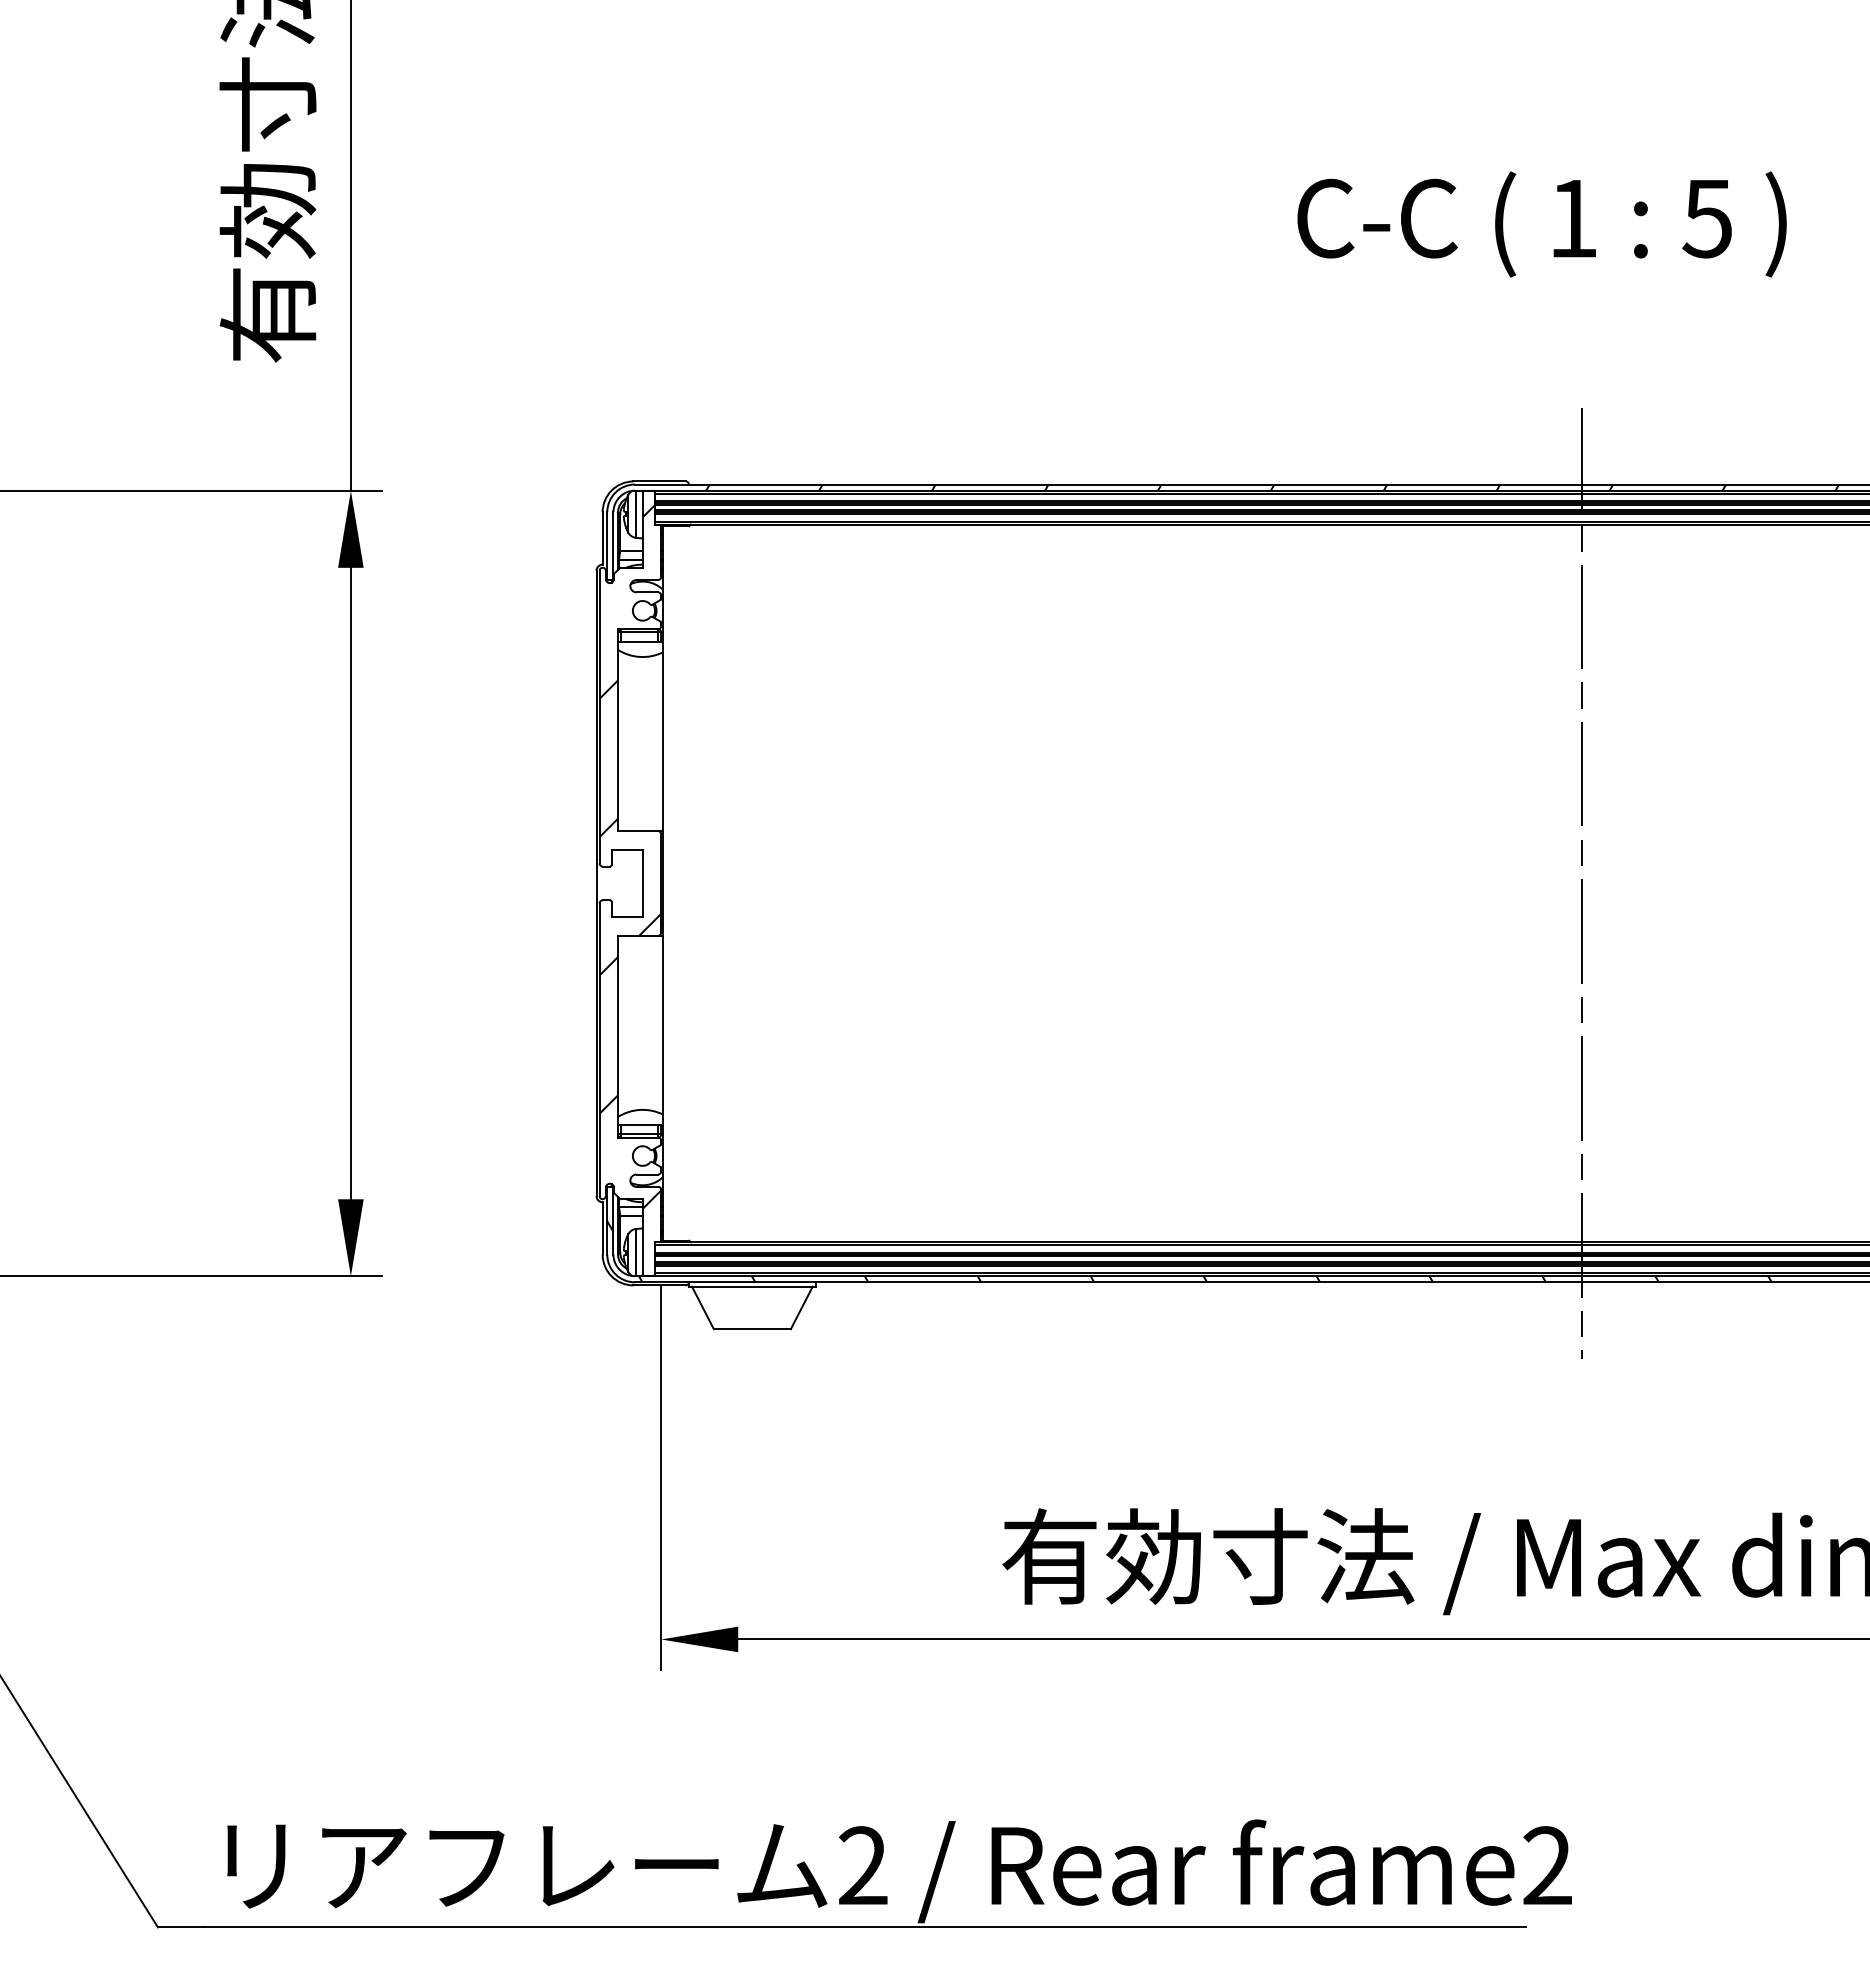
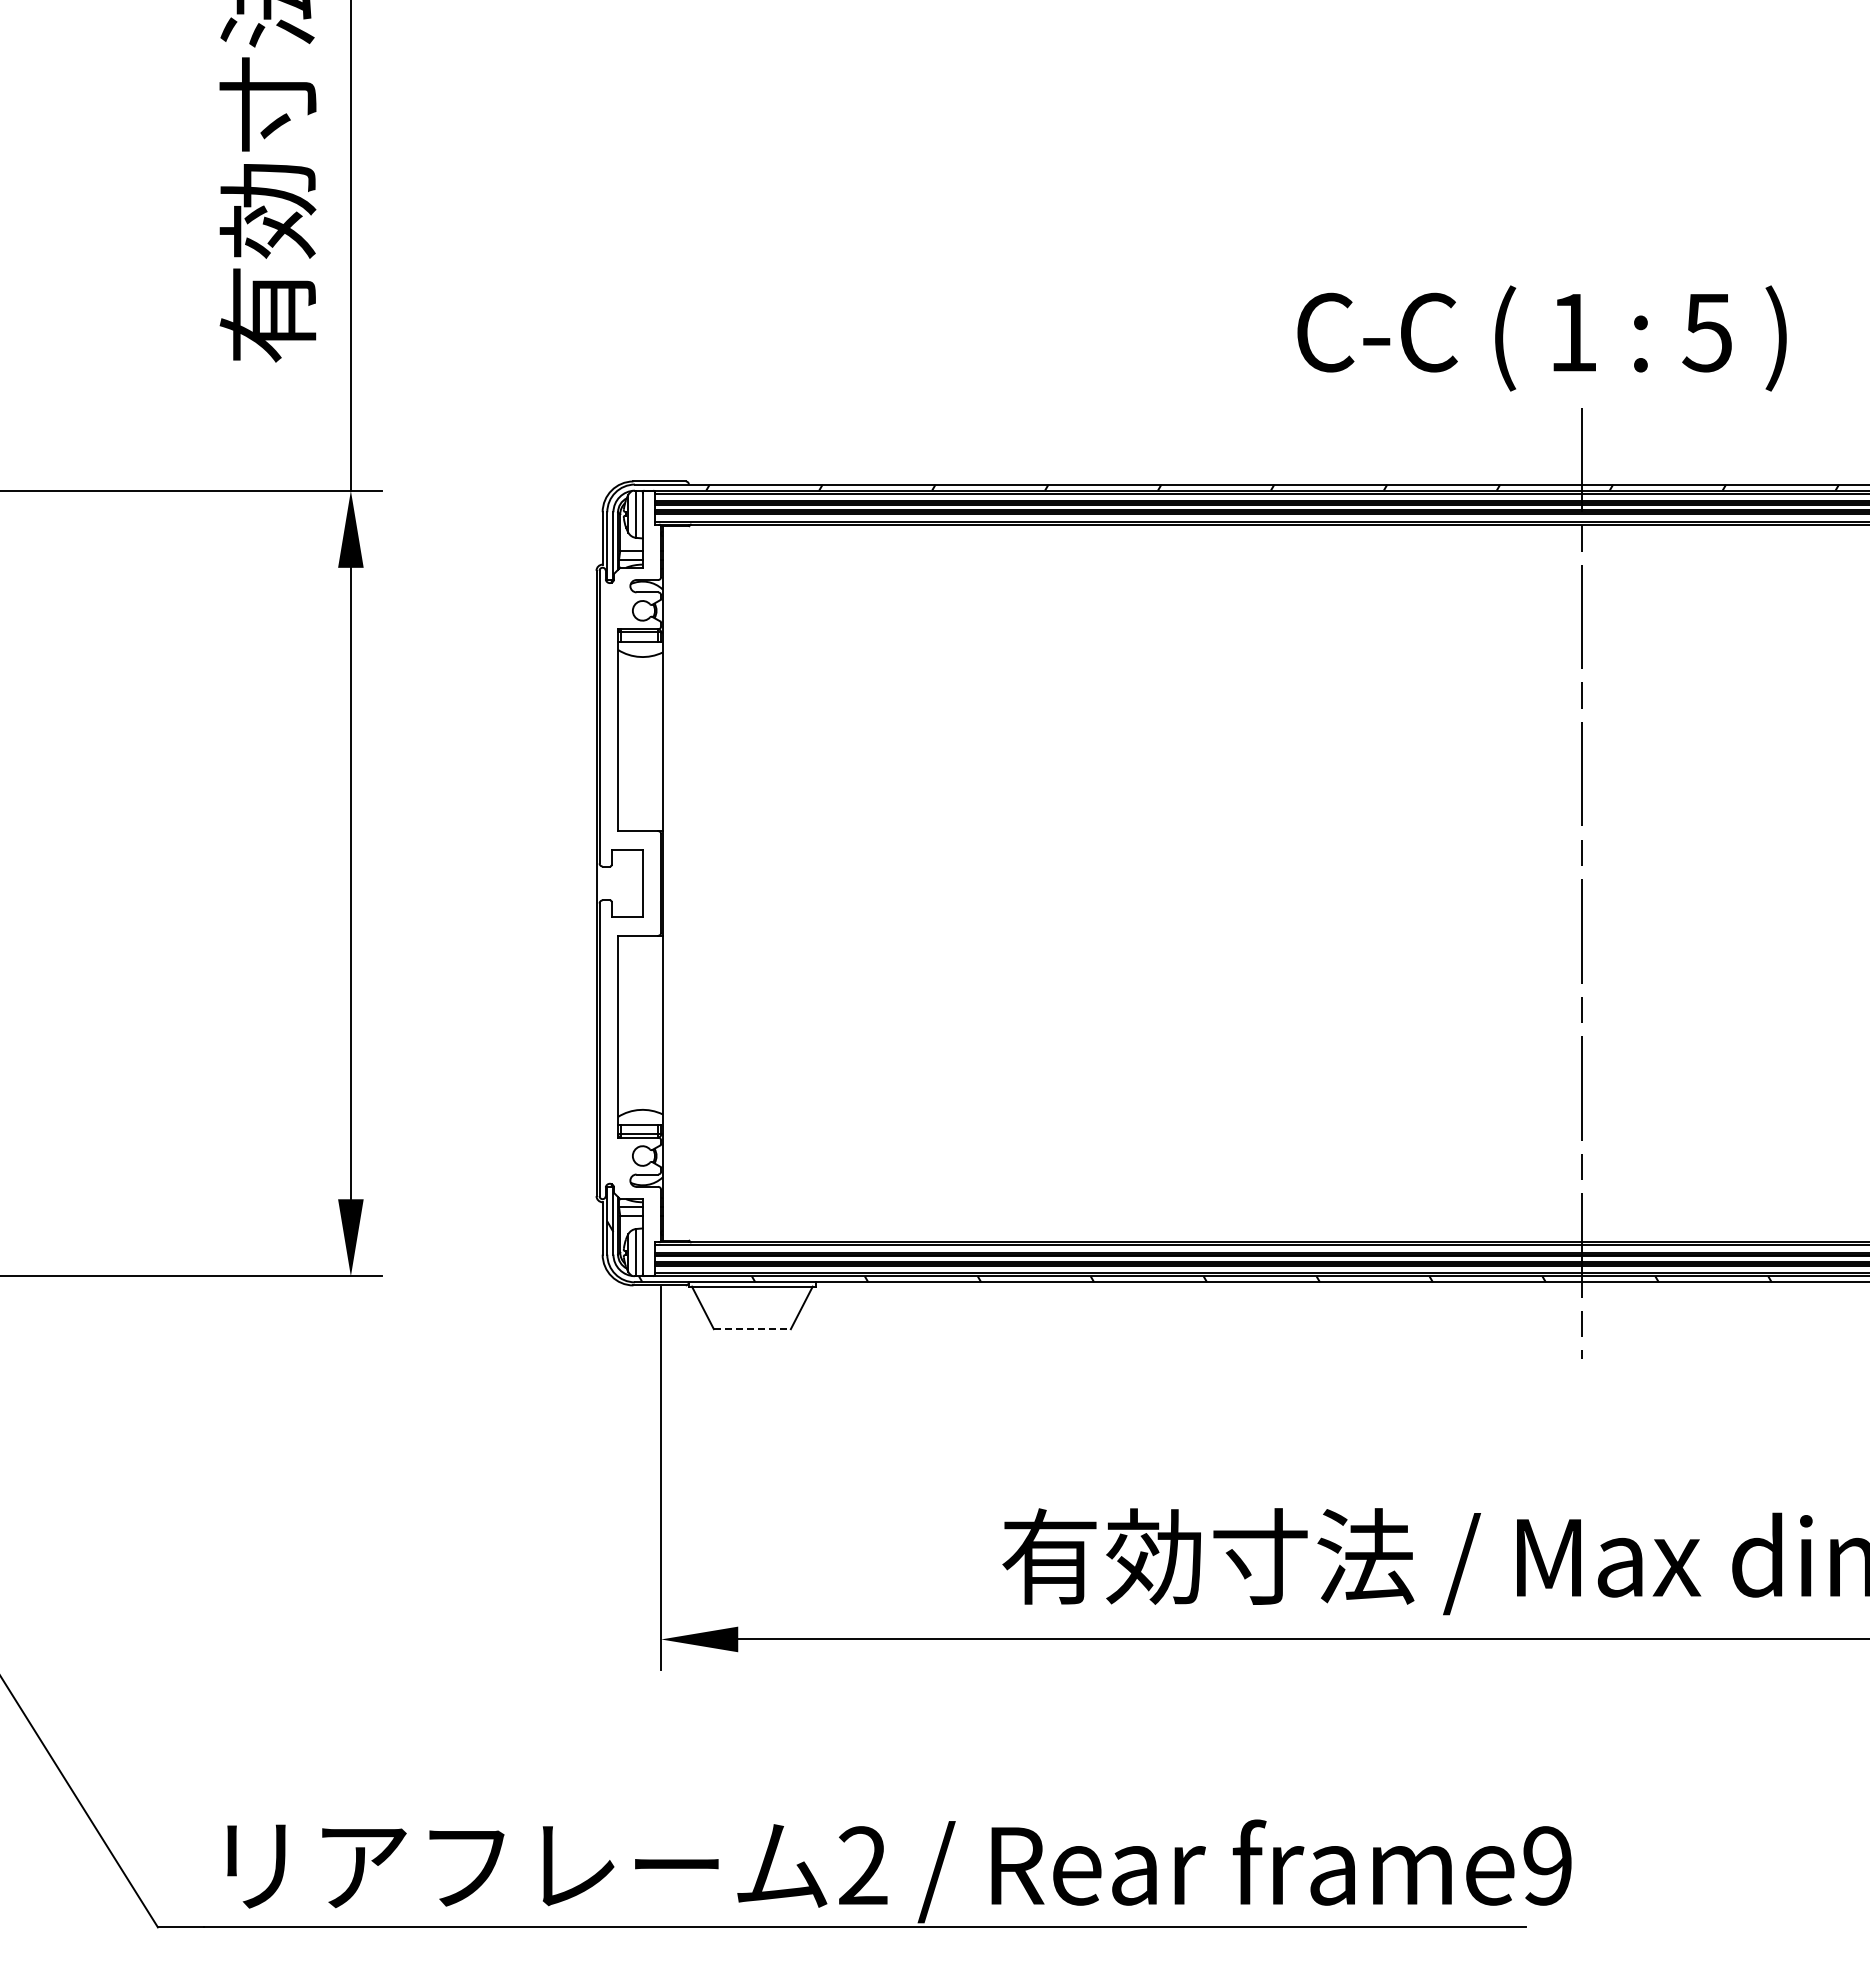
text at (1541, 224) position: (1541, 224) -> (1541, 338)
hatch at (630, 856): present -> none
line at (752, 1329): solid -> dashed
text at (1547, 1865): frame2 -> frame9
